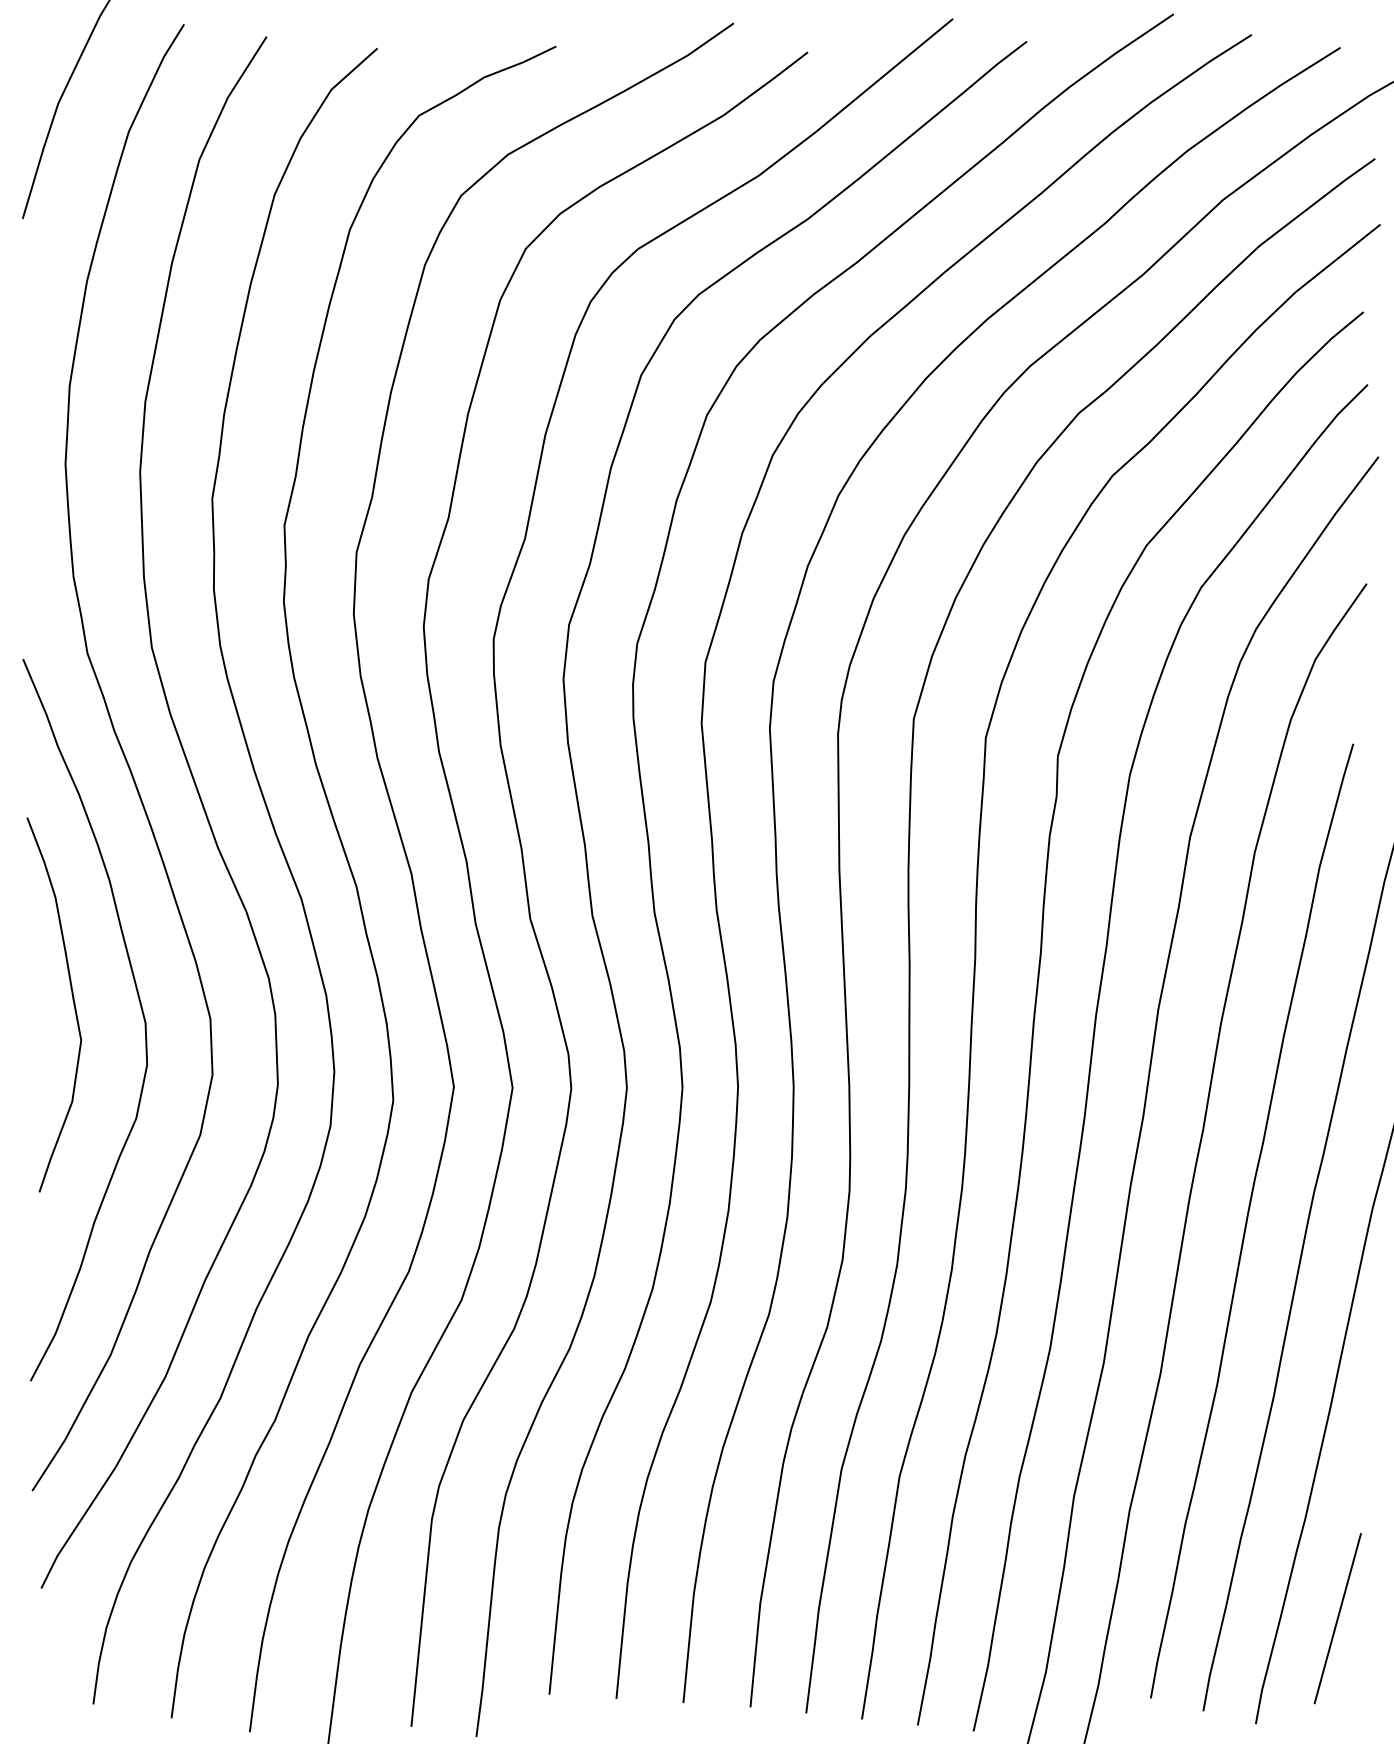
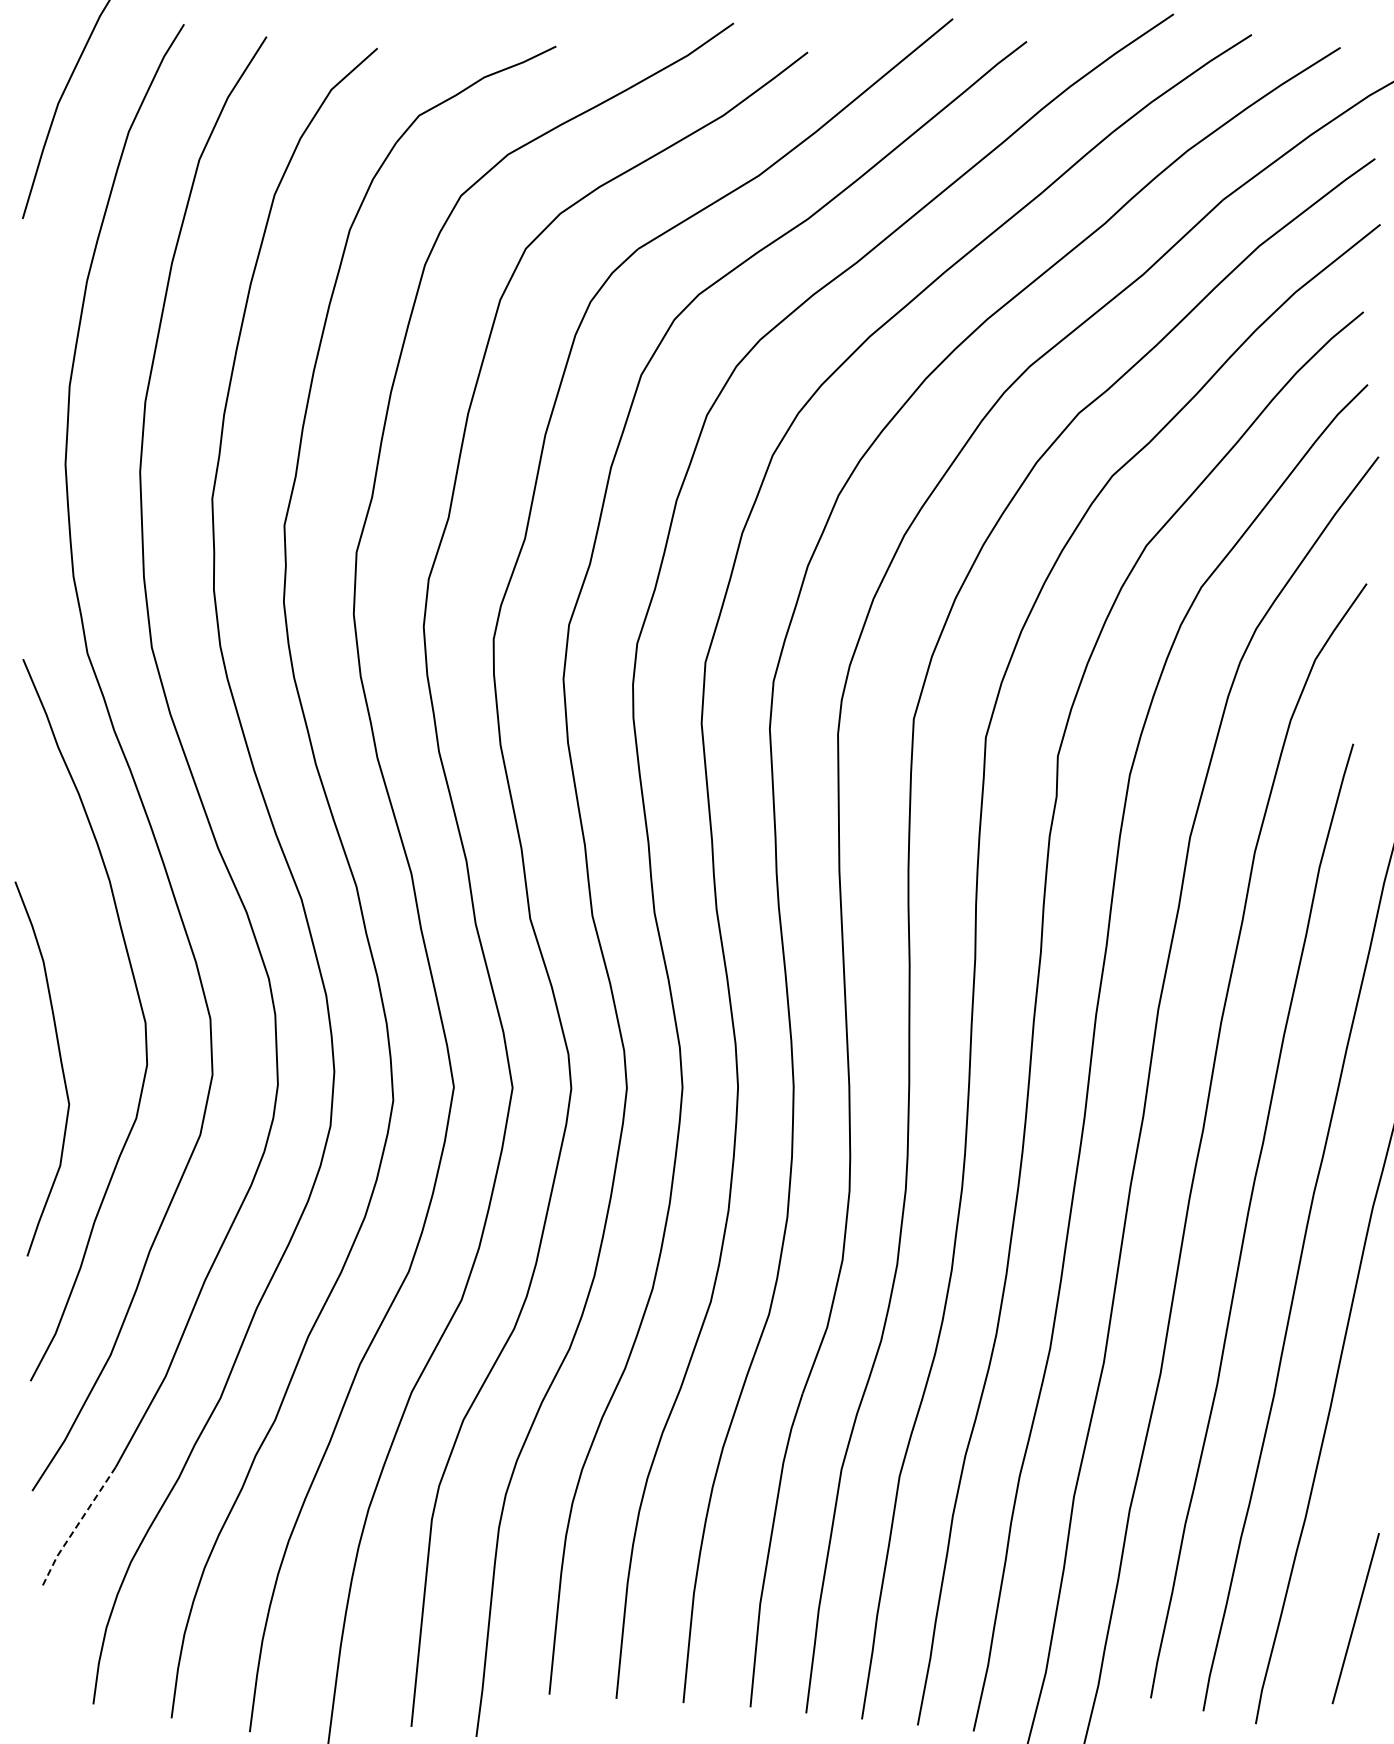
curve at (72, 1000) position: (72, 1000) -> (60, 1064)
line at (75, 1527): solid -> dashed
line at (1337, 1618) position: (1337, 1618) -> (1355, 1618)
